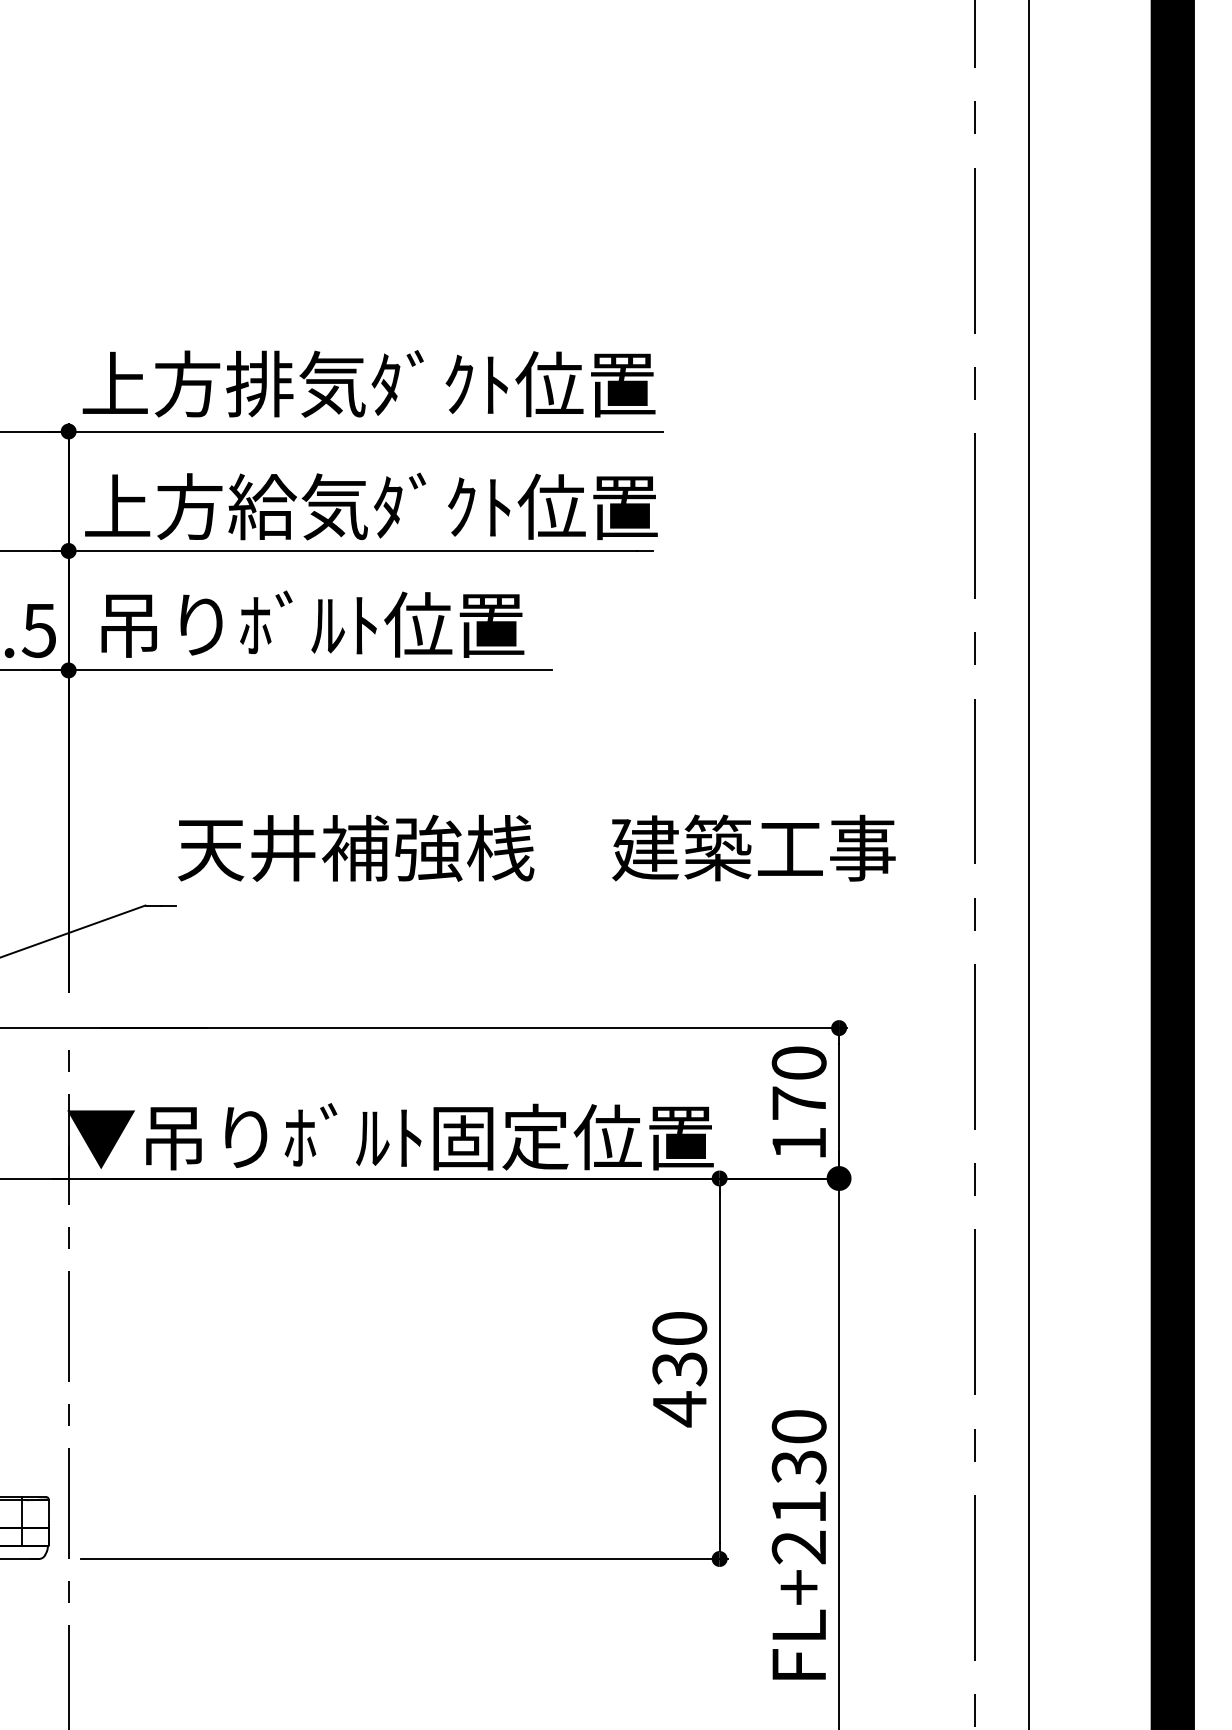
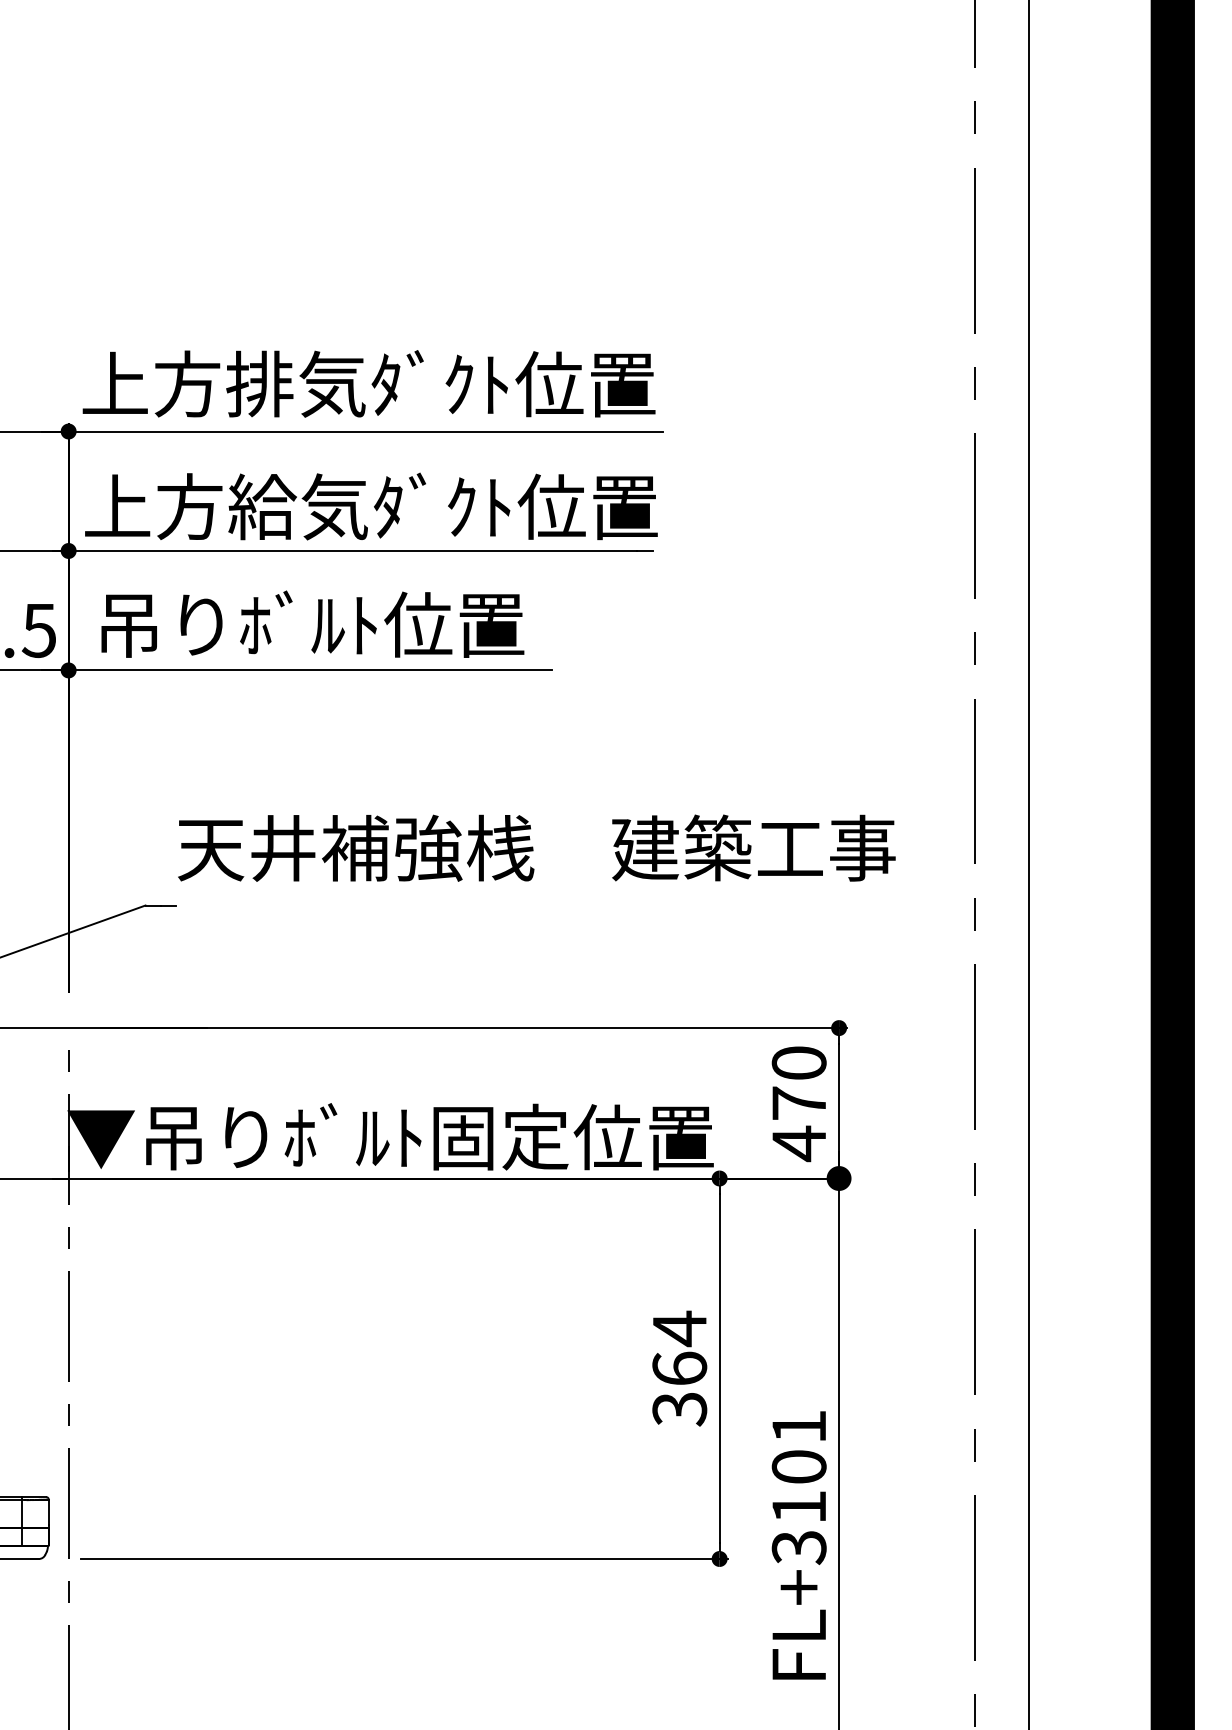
text at (798, 1143): 170 -> 470
text at (679, 1368): 430 -> 364
text at (798, 1487): FL+2130 -> FL+3101
